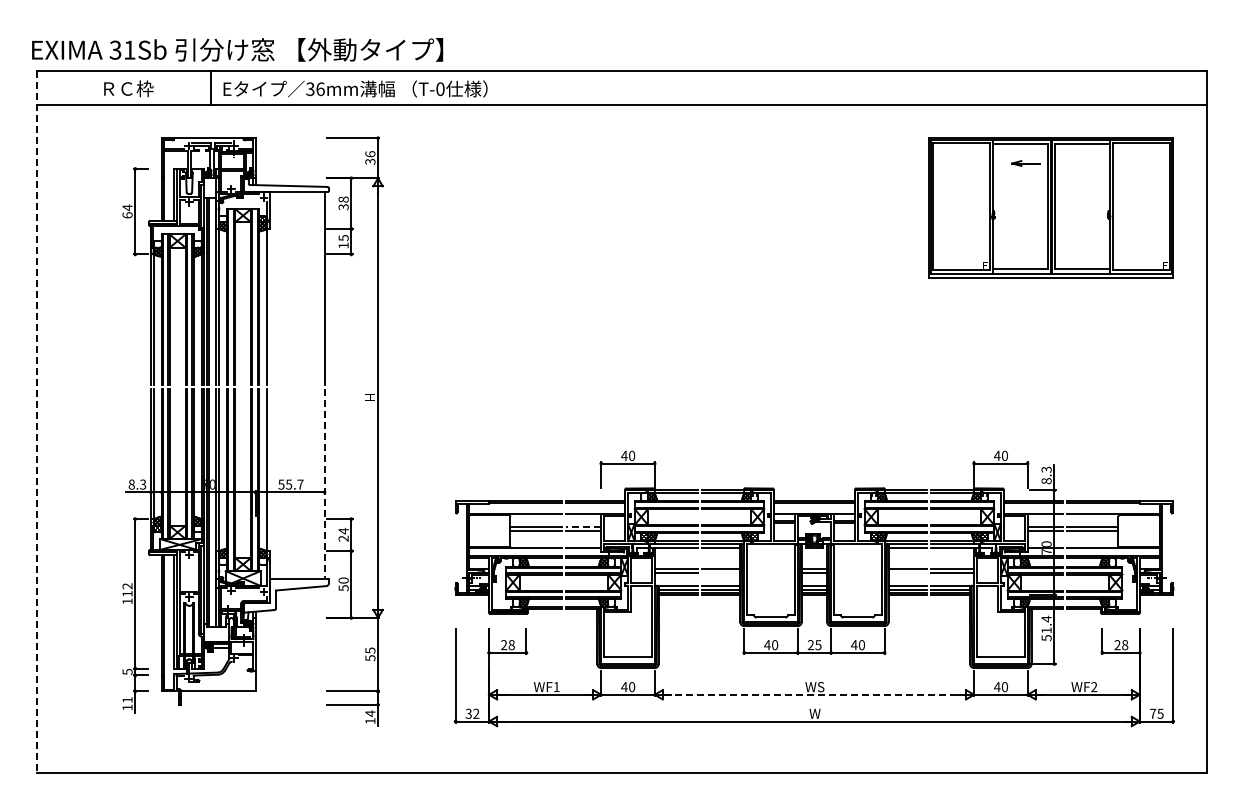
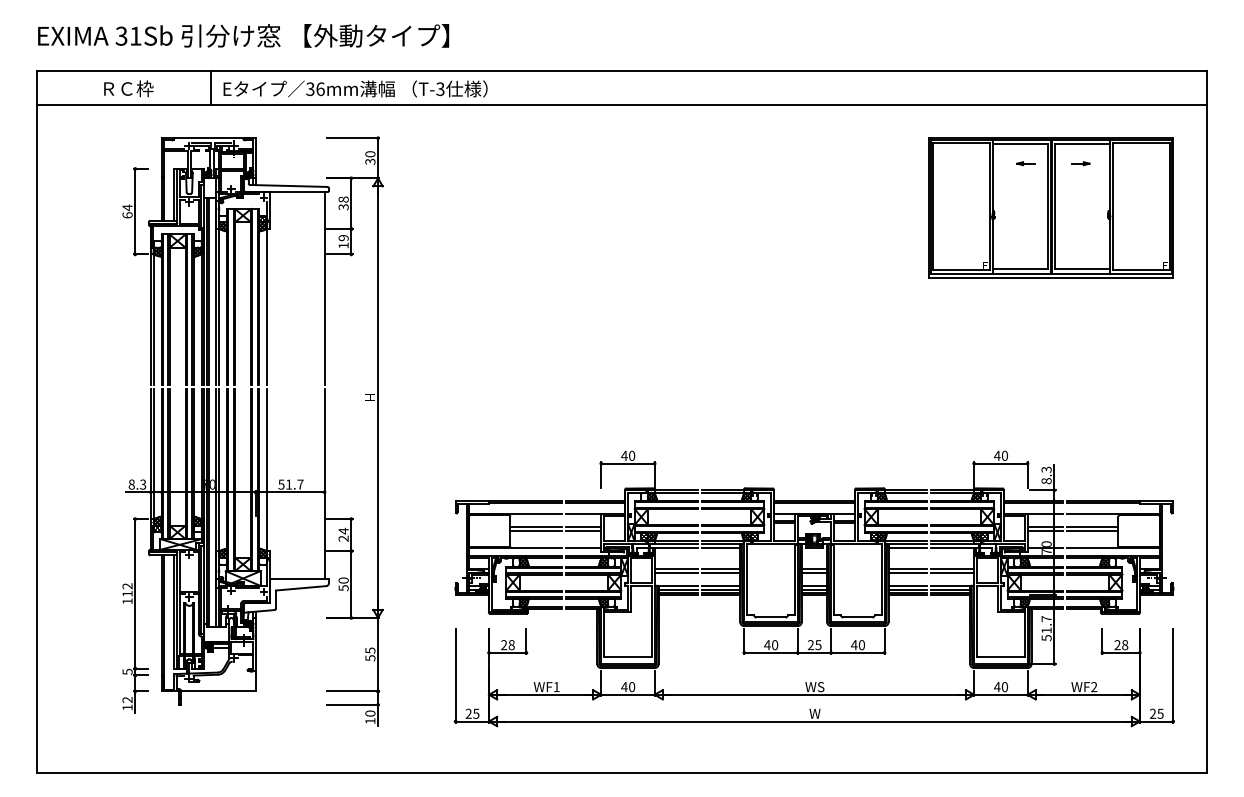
text at (237, 49) position: (237, 49) -> (243, 35)
text at (440, 88): T-0 -> T-3
text at (370, 154): 36 -> 30
part at (1025, 163) size: 30x7 px -> 20x6 px
part at (1080, 163): none -> present
text at (343, 238): 15 -> 19
line at (37, 422): dashed -> solid
text at (289, 484): 55.7 -> 51.7
line at (324, 484): dashed -> solid
line at (583, 526): dashed -> solid
line at (720, 573): none -> present
line at (907, 573): none -> present
text at (1046, 618): 51.4 -> 51.7
line at (814, 694): dashed -> solid
text at (127, 700): 11 -> 12
text at (370, 713): 14 -> 10
text at (472, 713): 32 -> 25
text at (1153, 713): 75 -> 25
